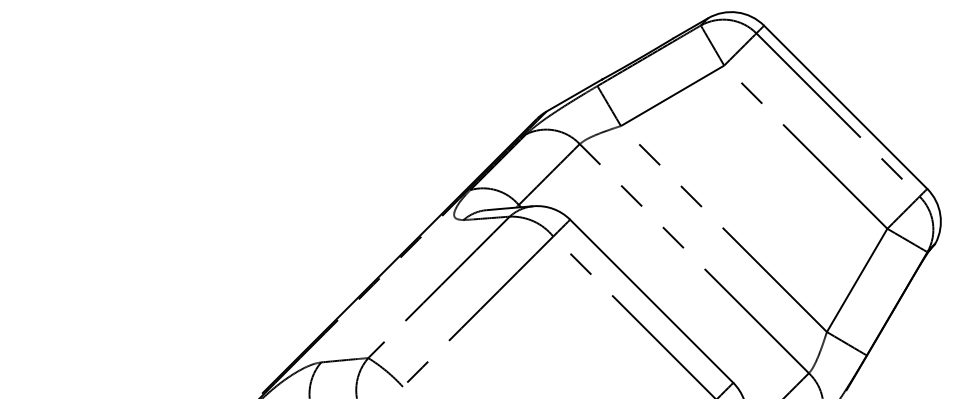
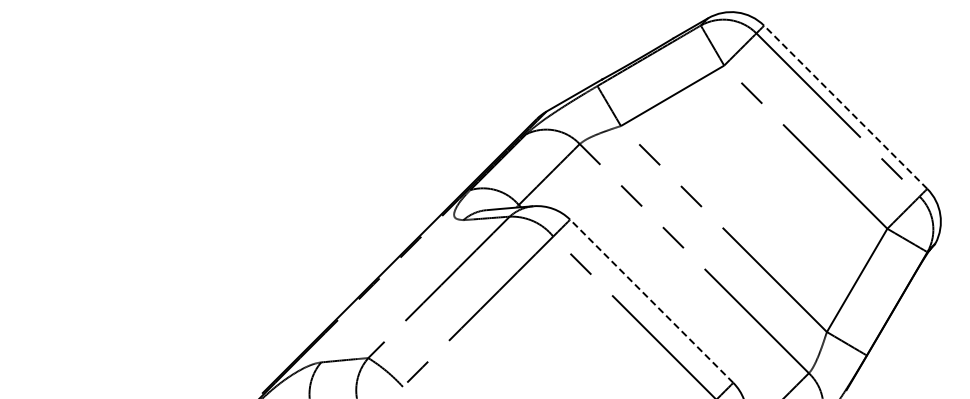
line at (845, 106): solid -> dashed
line at (651, 300): solid -> dashed
